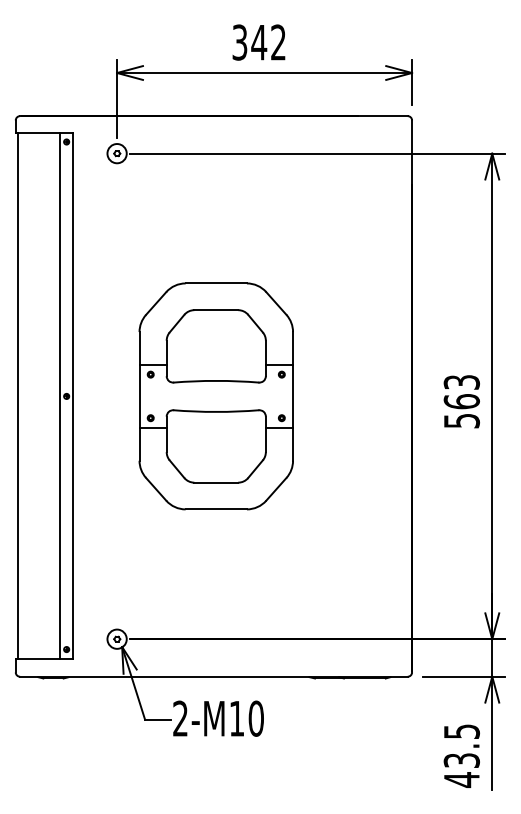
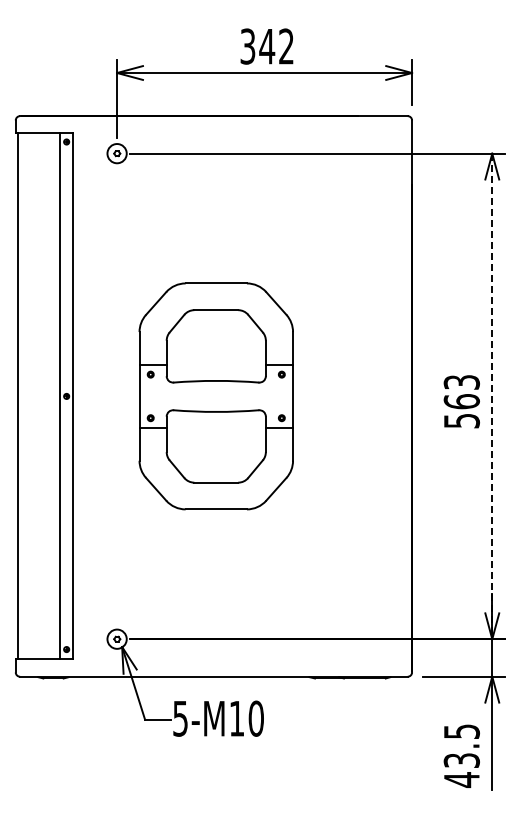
text at (258, 42) position: (258, 42) -> (266, 46)
line at (492, 396): solid -> dashed
text at (180, 718): 2-M10 -> 5-M10
